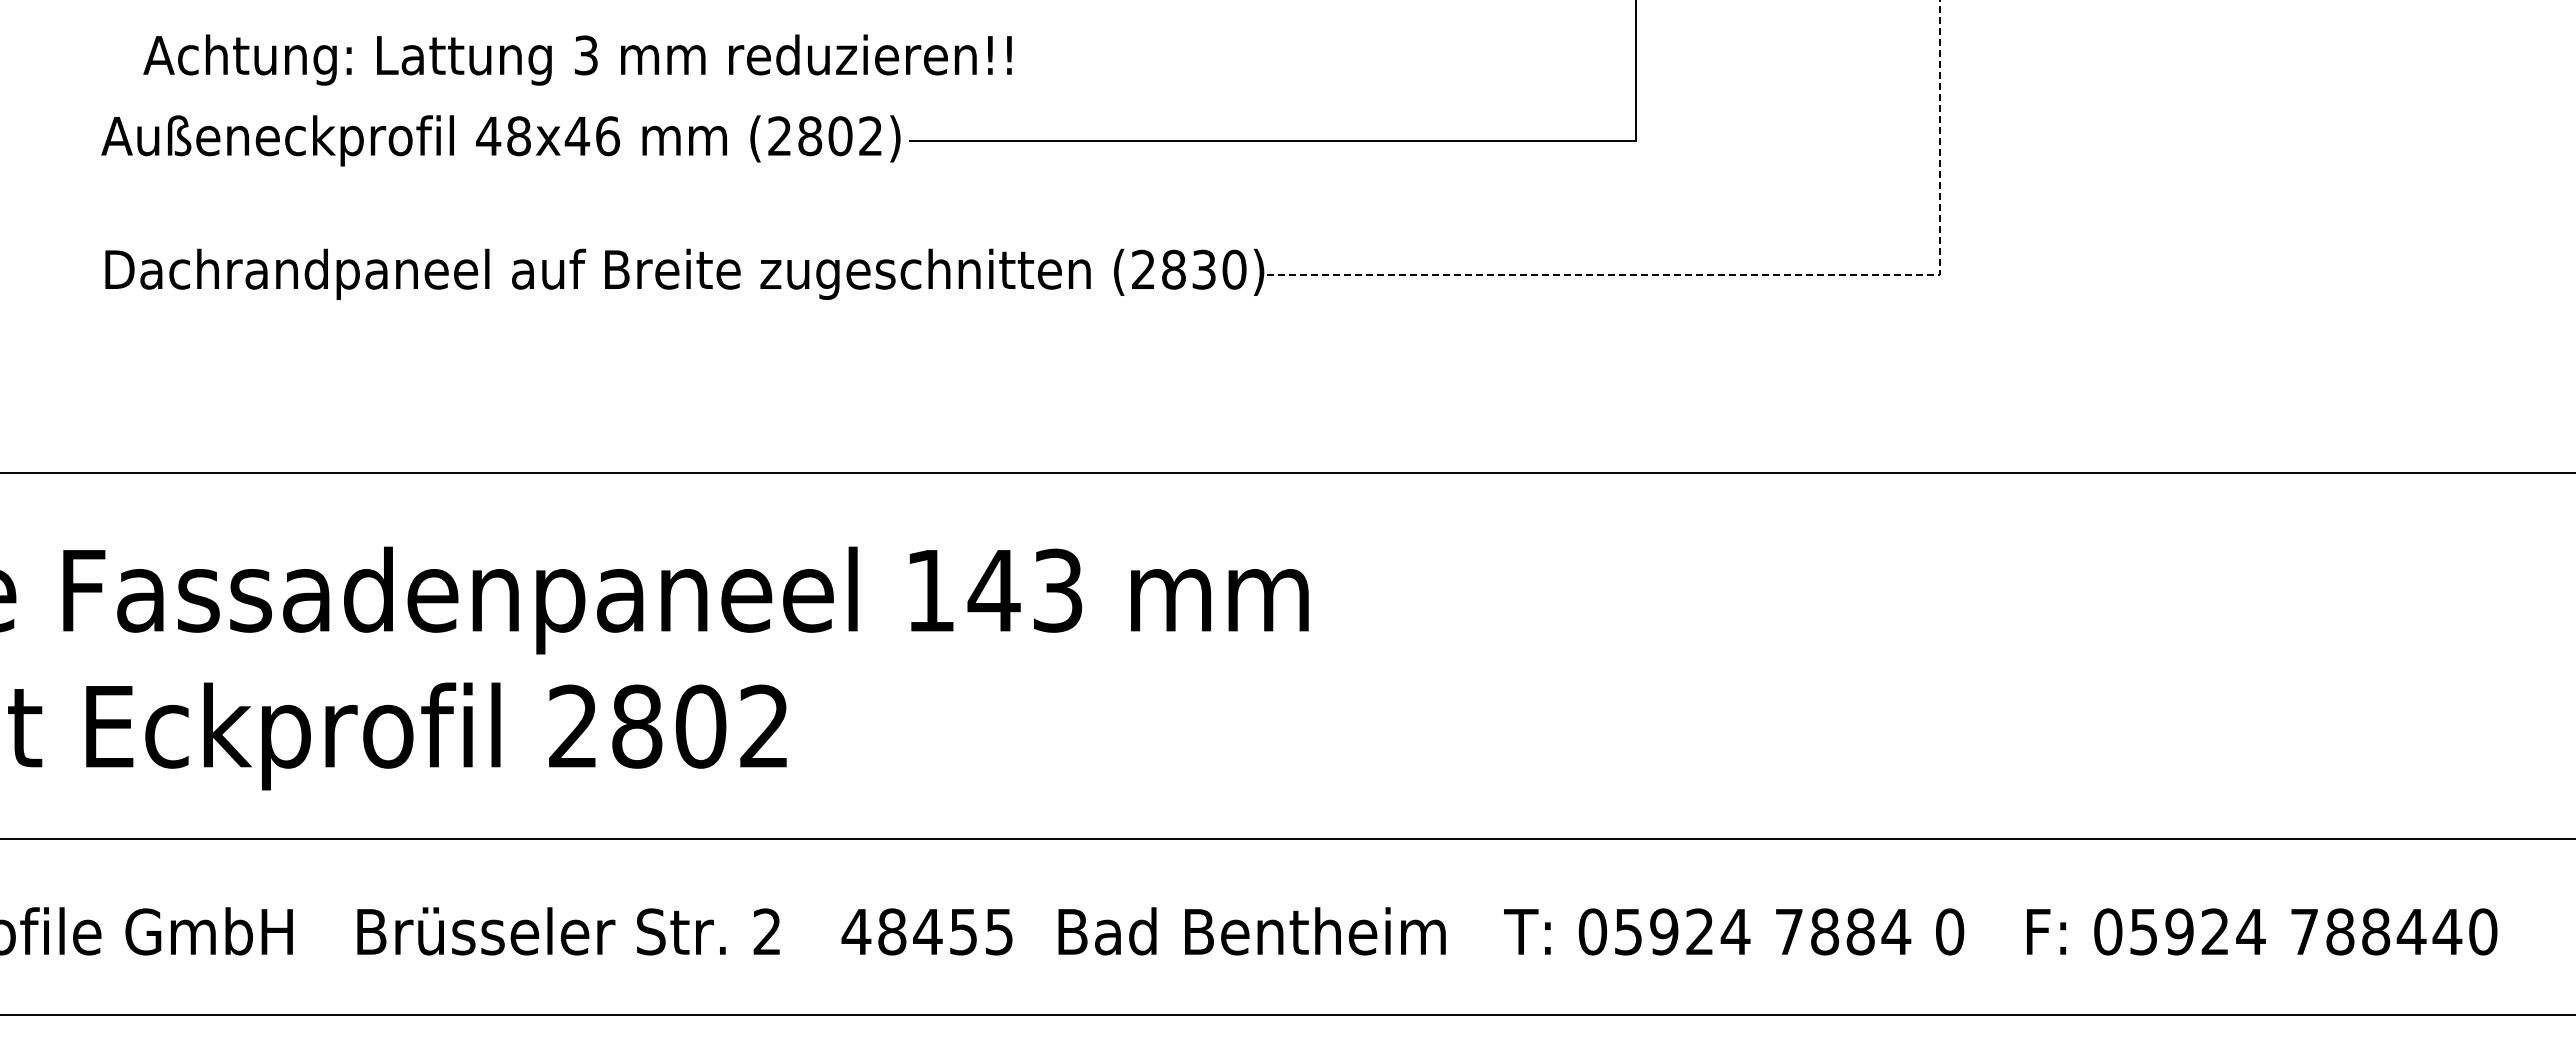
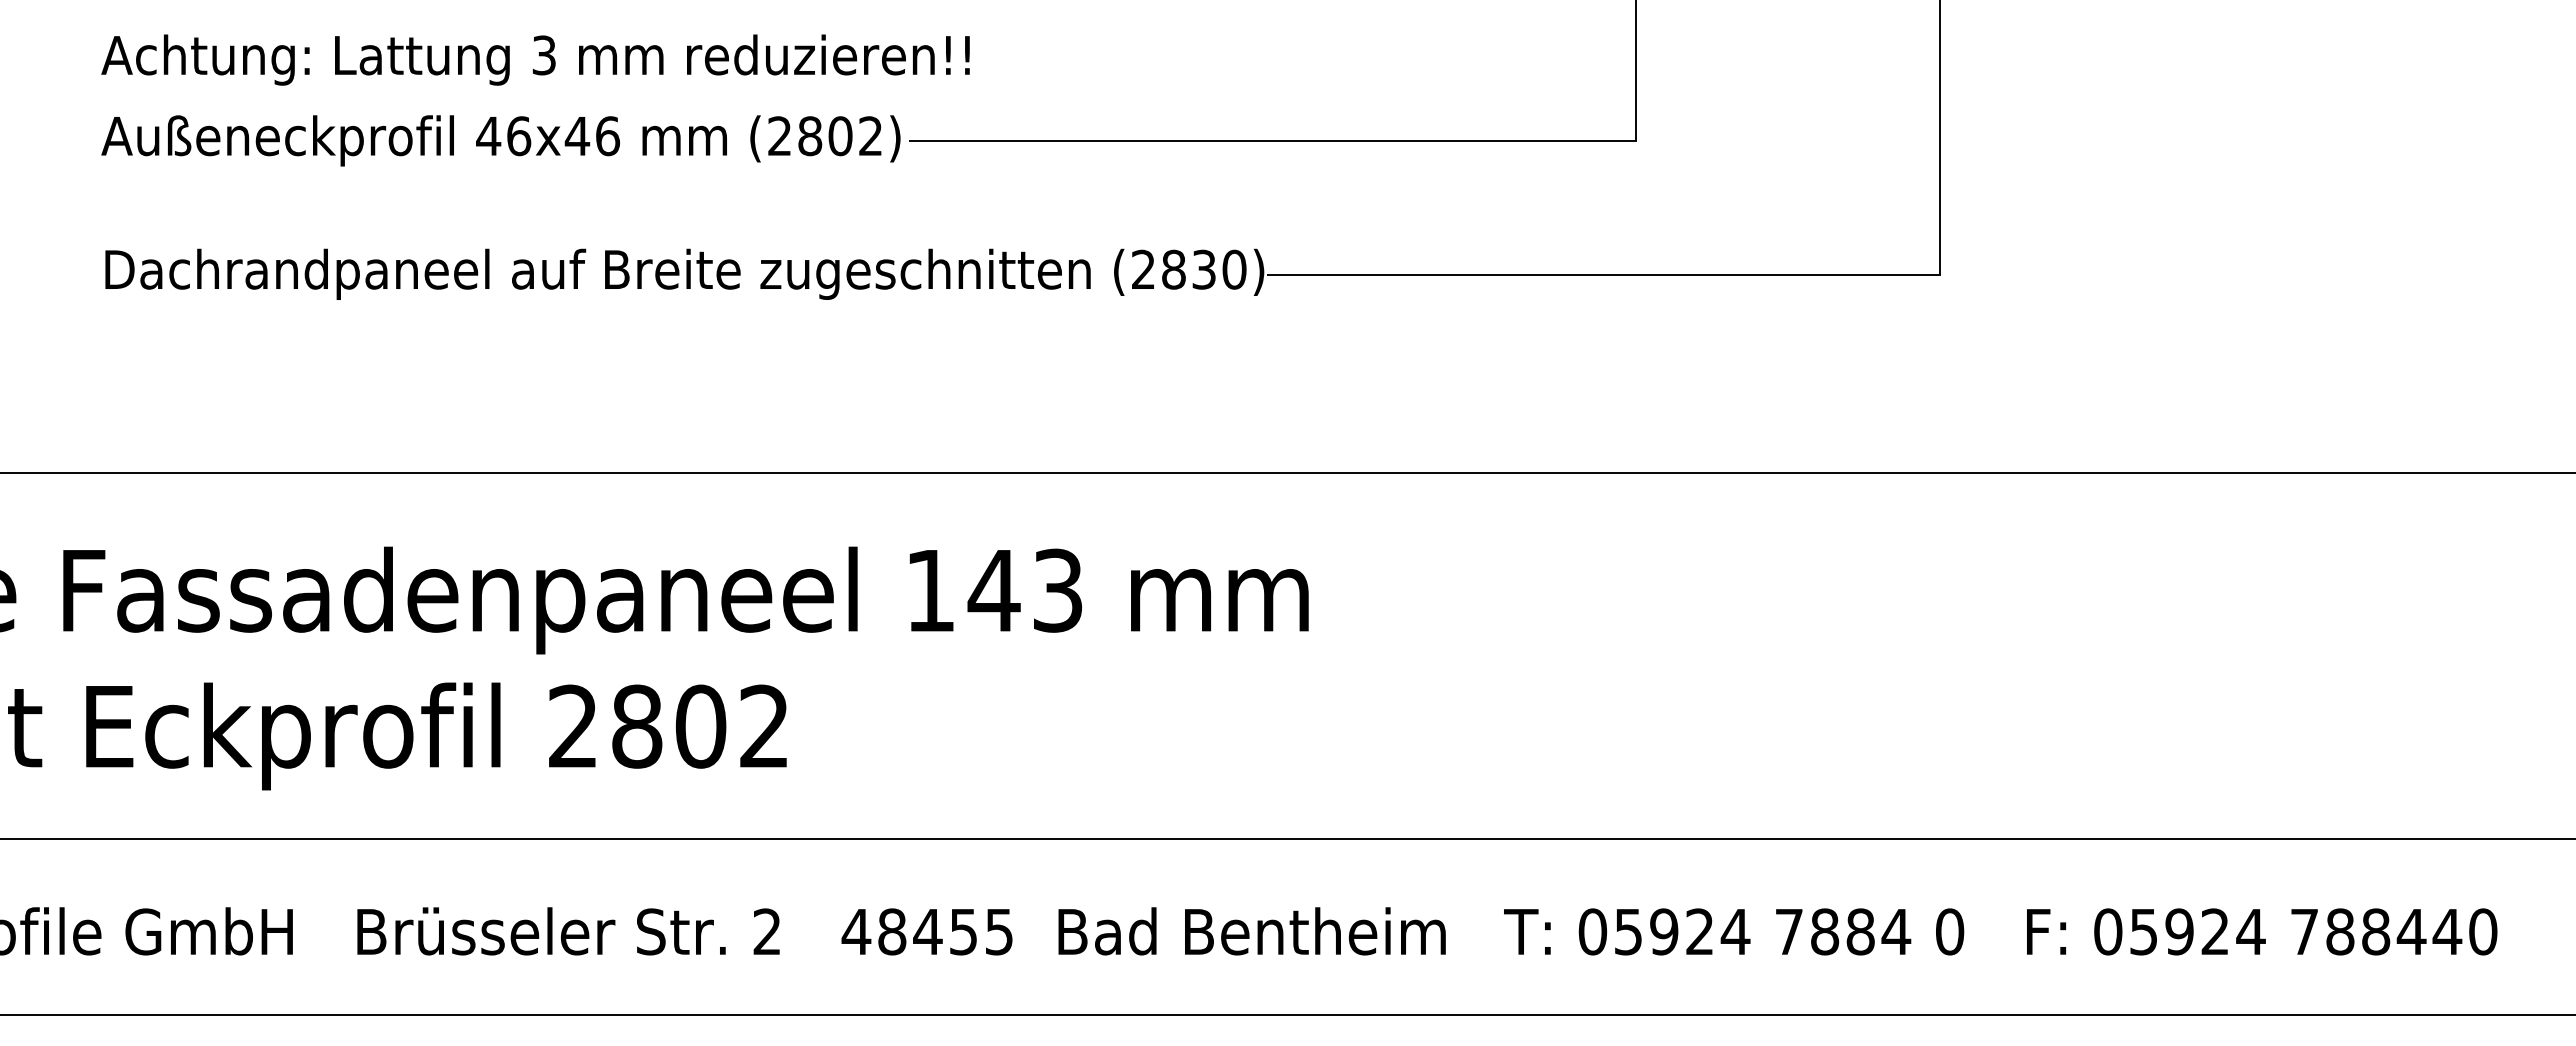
text at (577, 59) position: (577, 59) -> (535, 59)
text at (519, 136): 48x46 -> 46x46
line at (1741, 274): dashed -> solid
